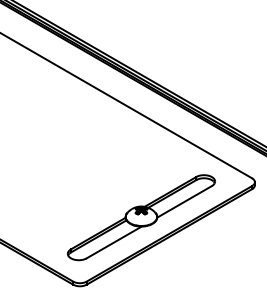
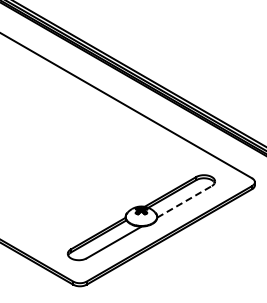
line at (184, 201): solid -> dashed
